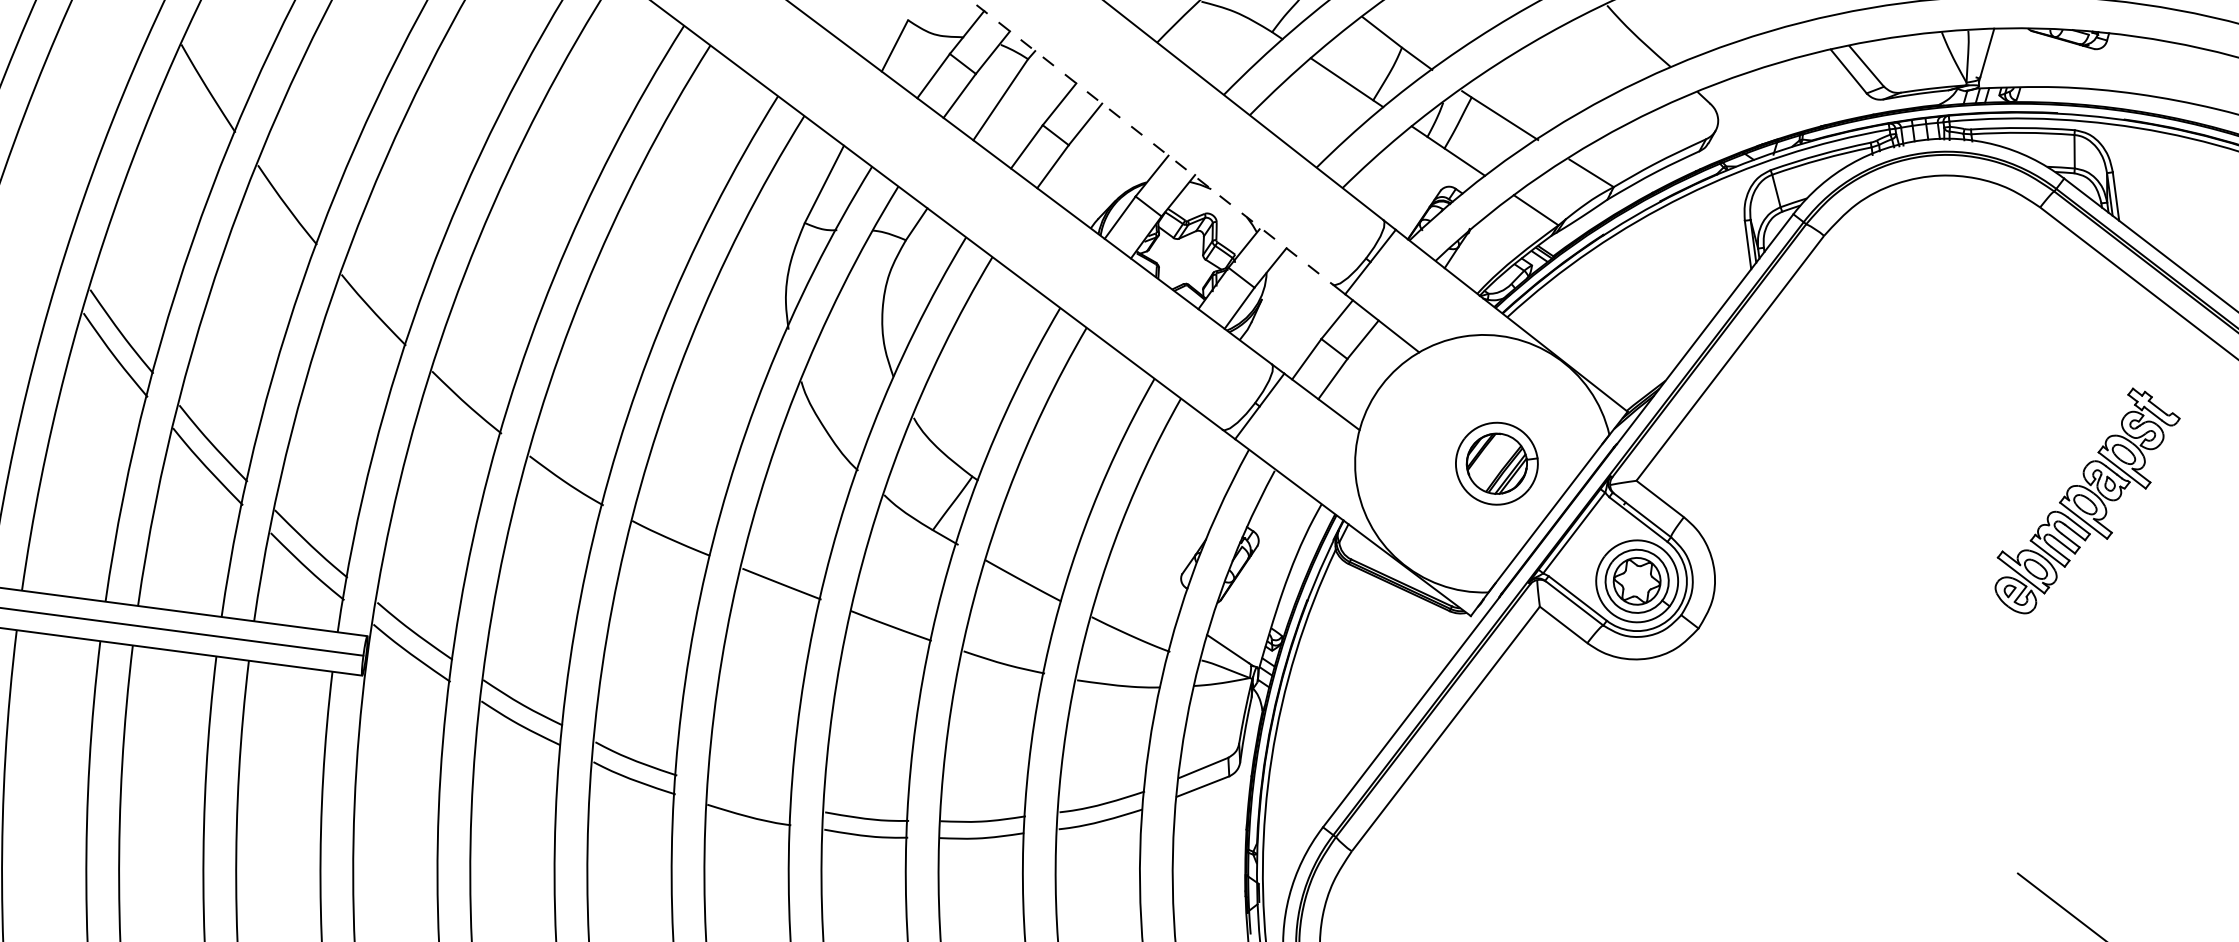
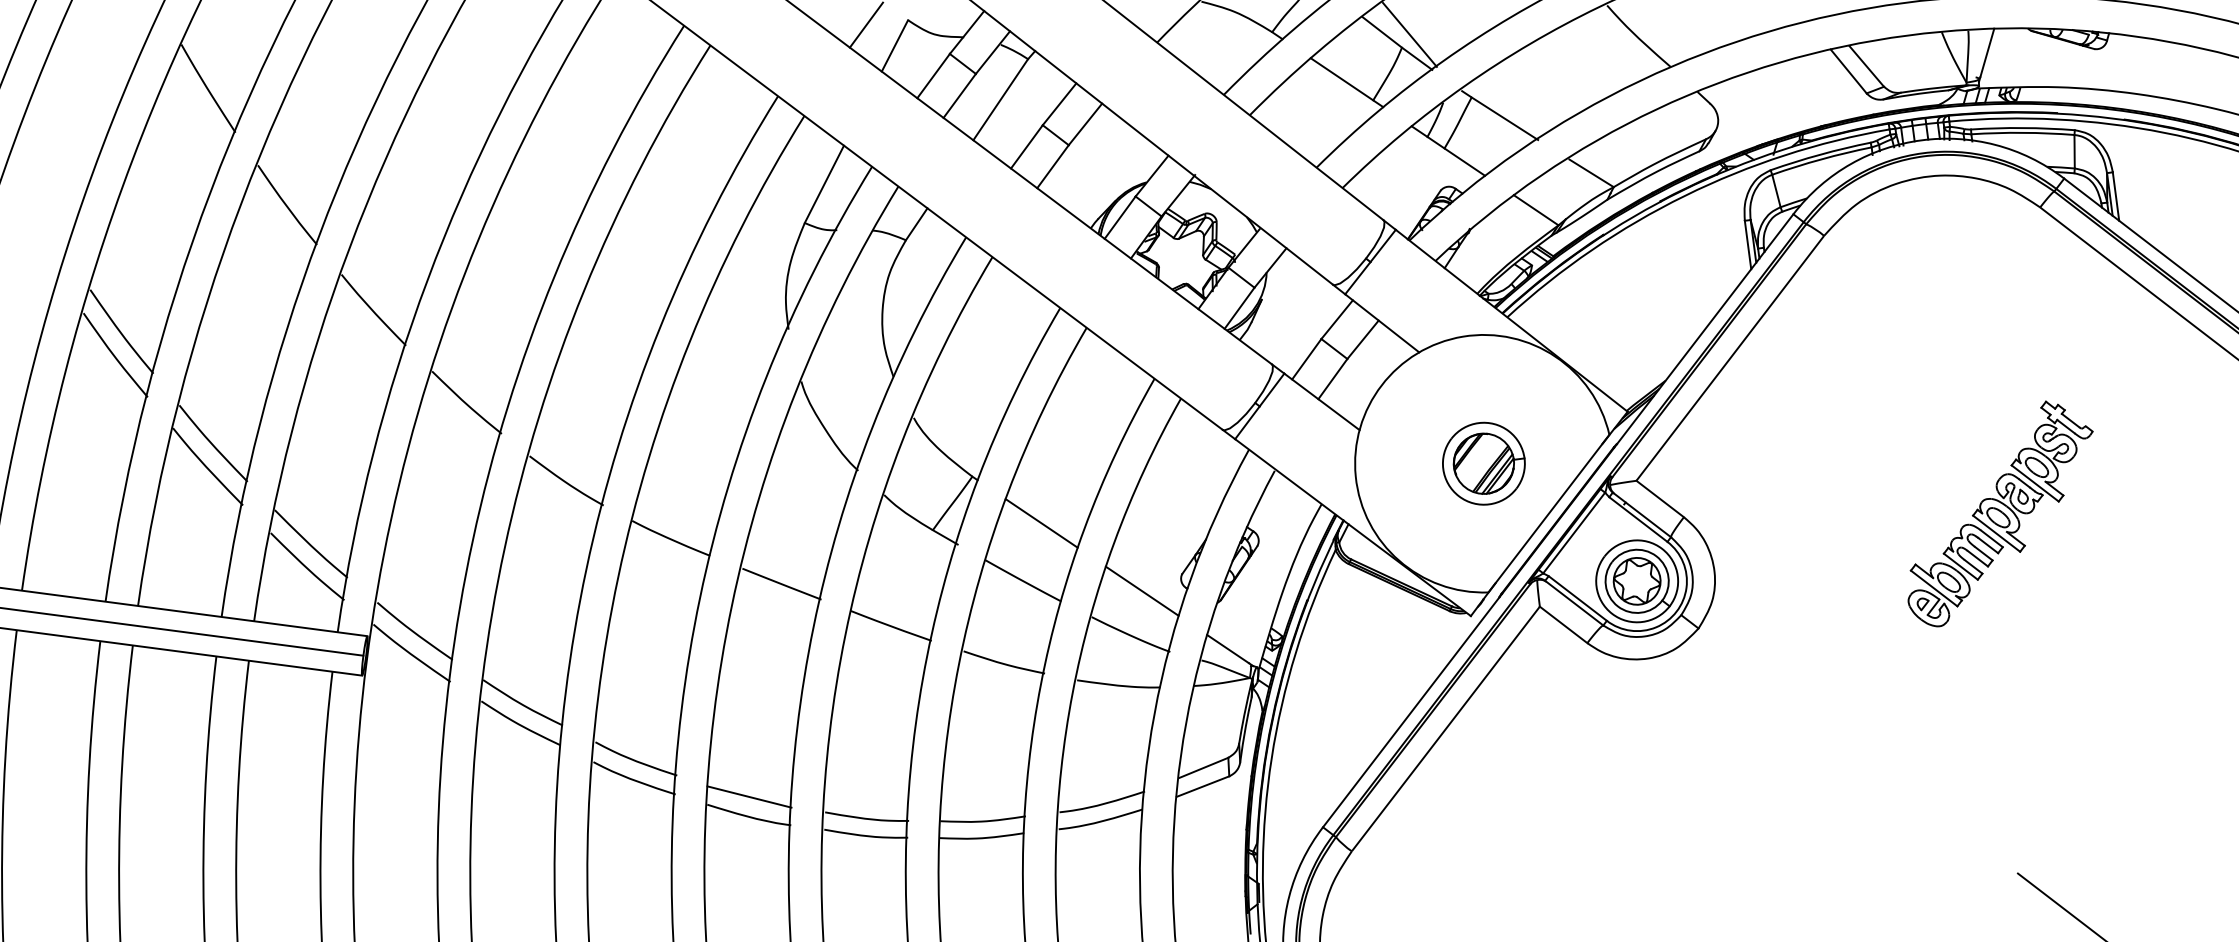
line at (866, 24): none -> present
line at (1409, 34): none -> present
line at (1152, 142): dashed -> solid
part at (1496, 463) position: (1496, 463) -> (1483, 463)
part at (2087, 500) position: (2087, 500) -> (2000, 513)
line at (1041, 523): none -> present
line at (1141, 590): none -> present
line at (749, 796): none -> present
